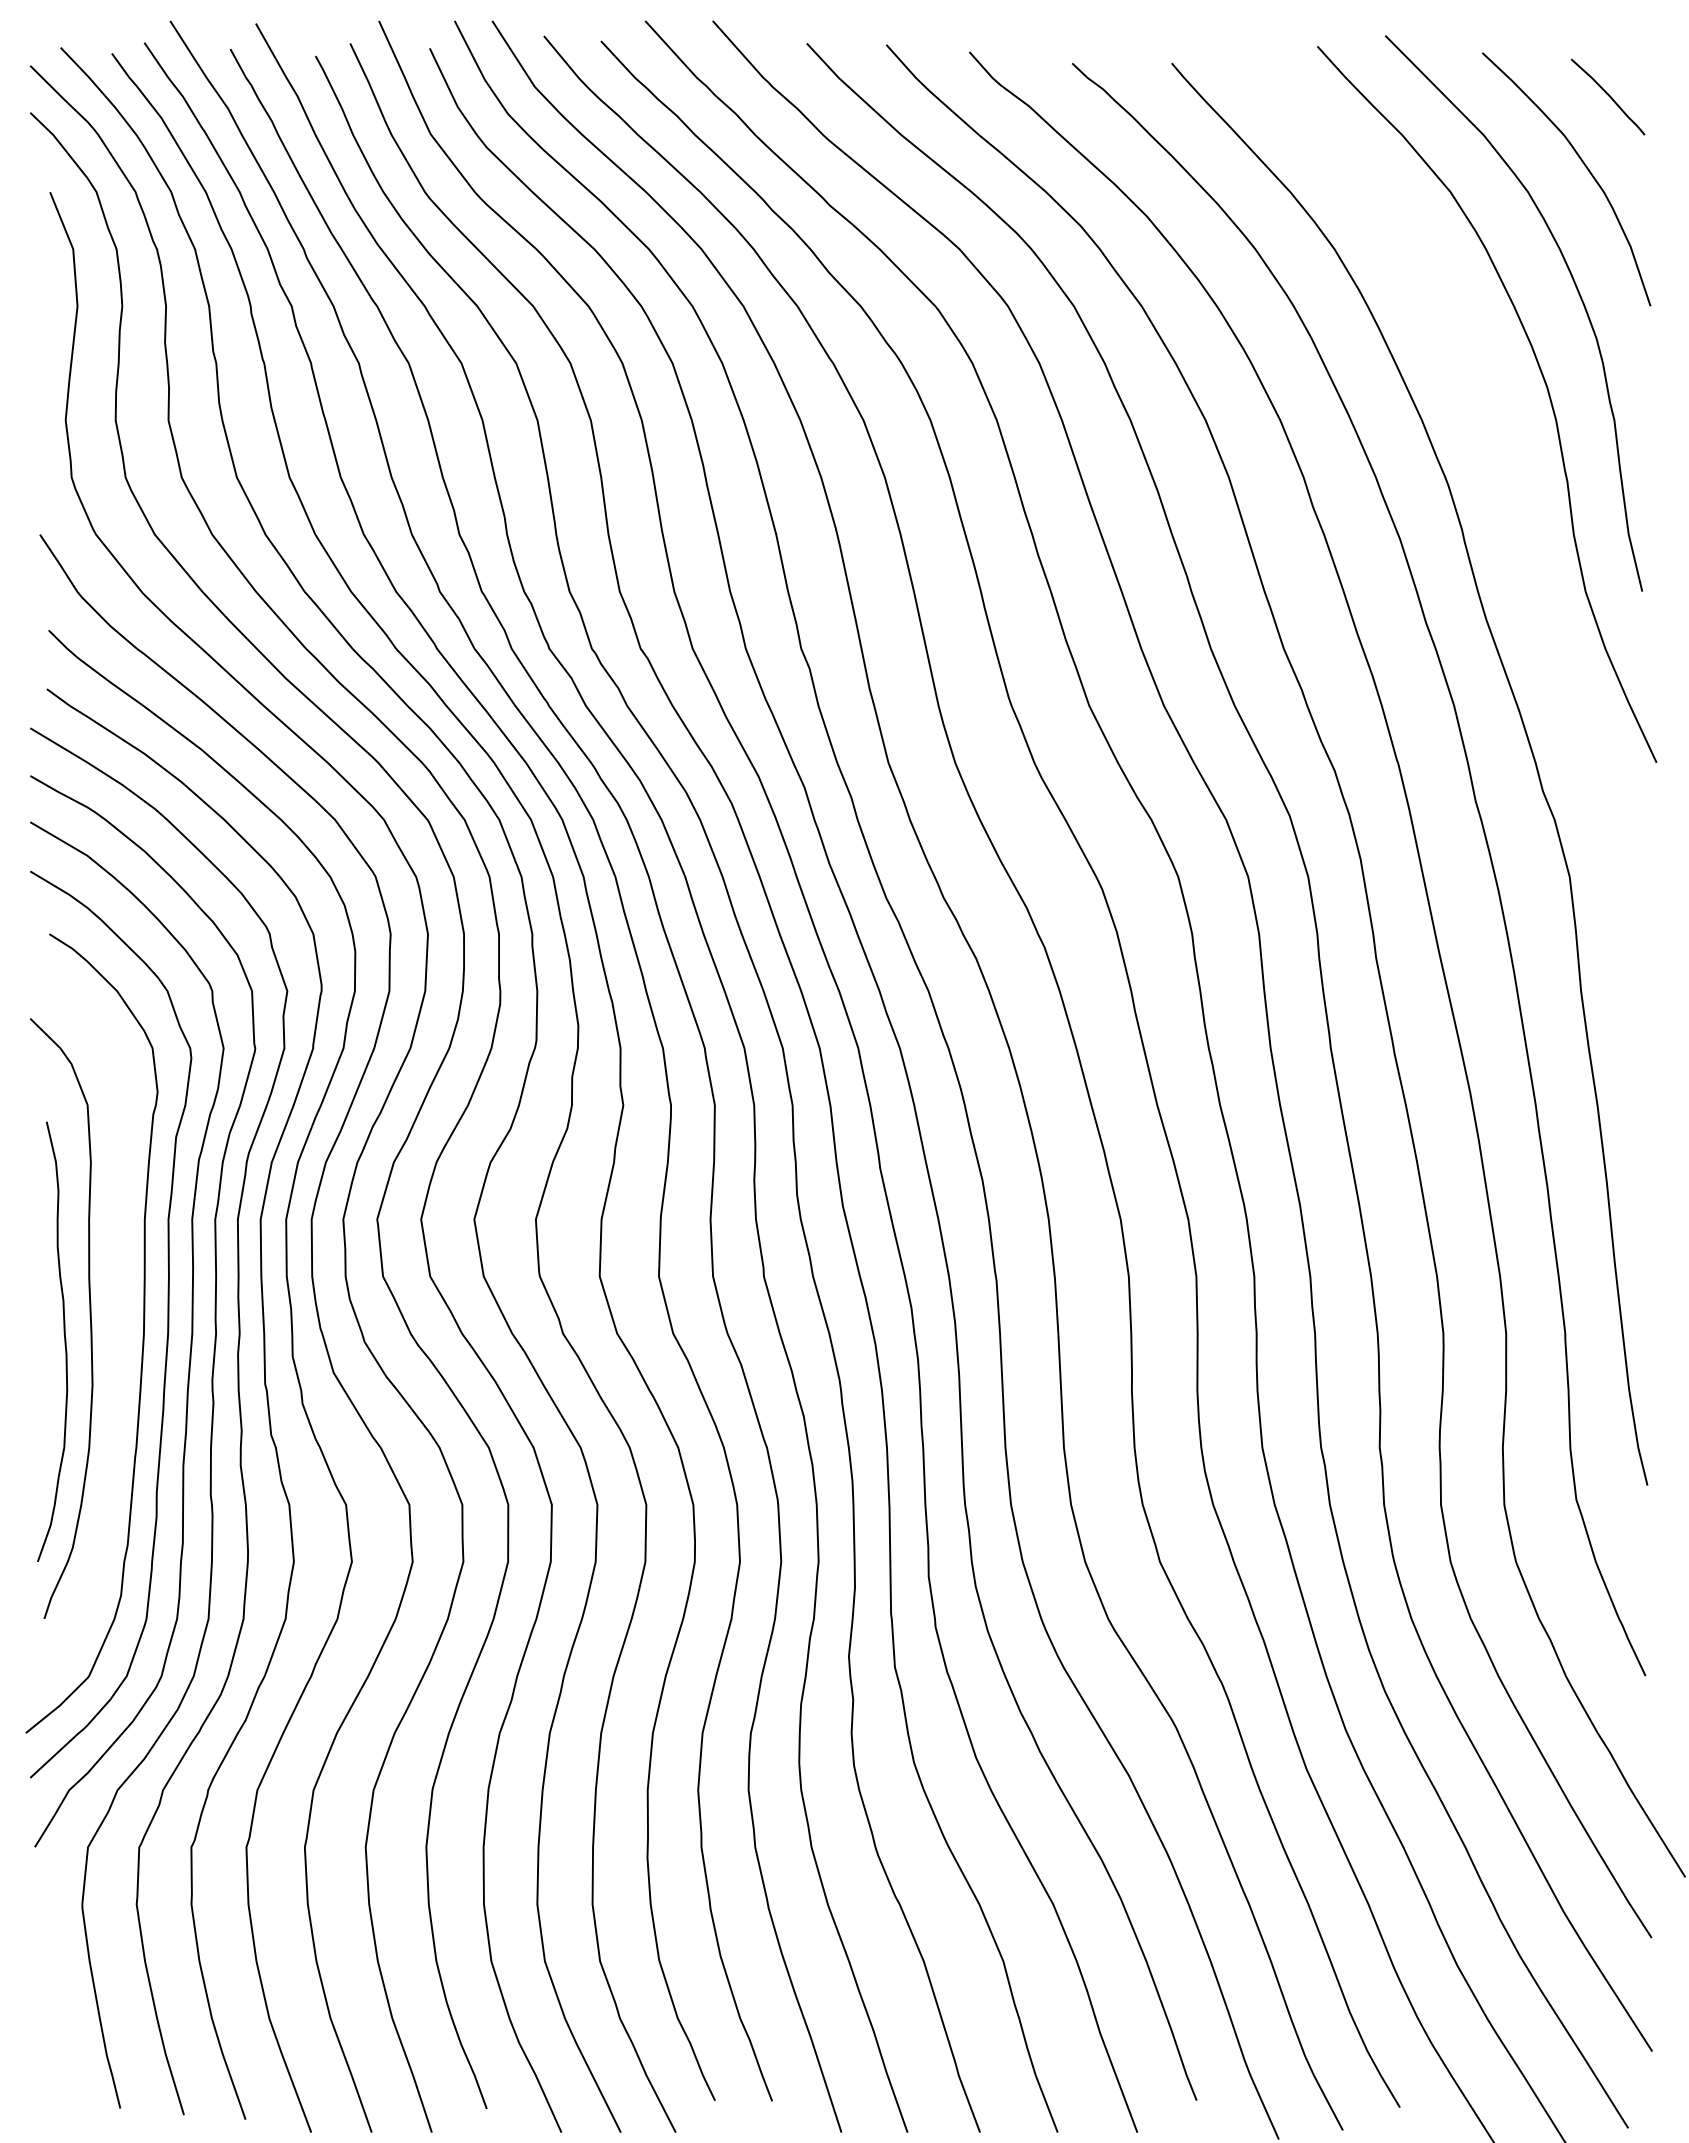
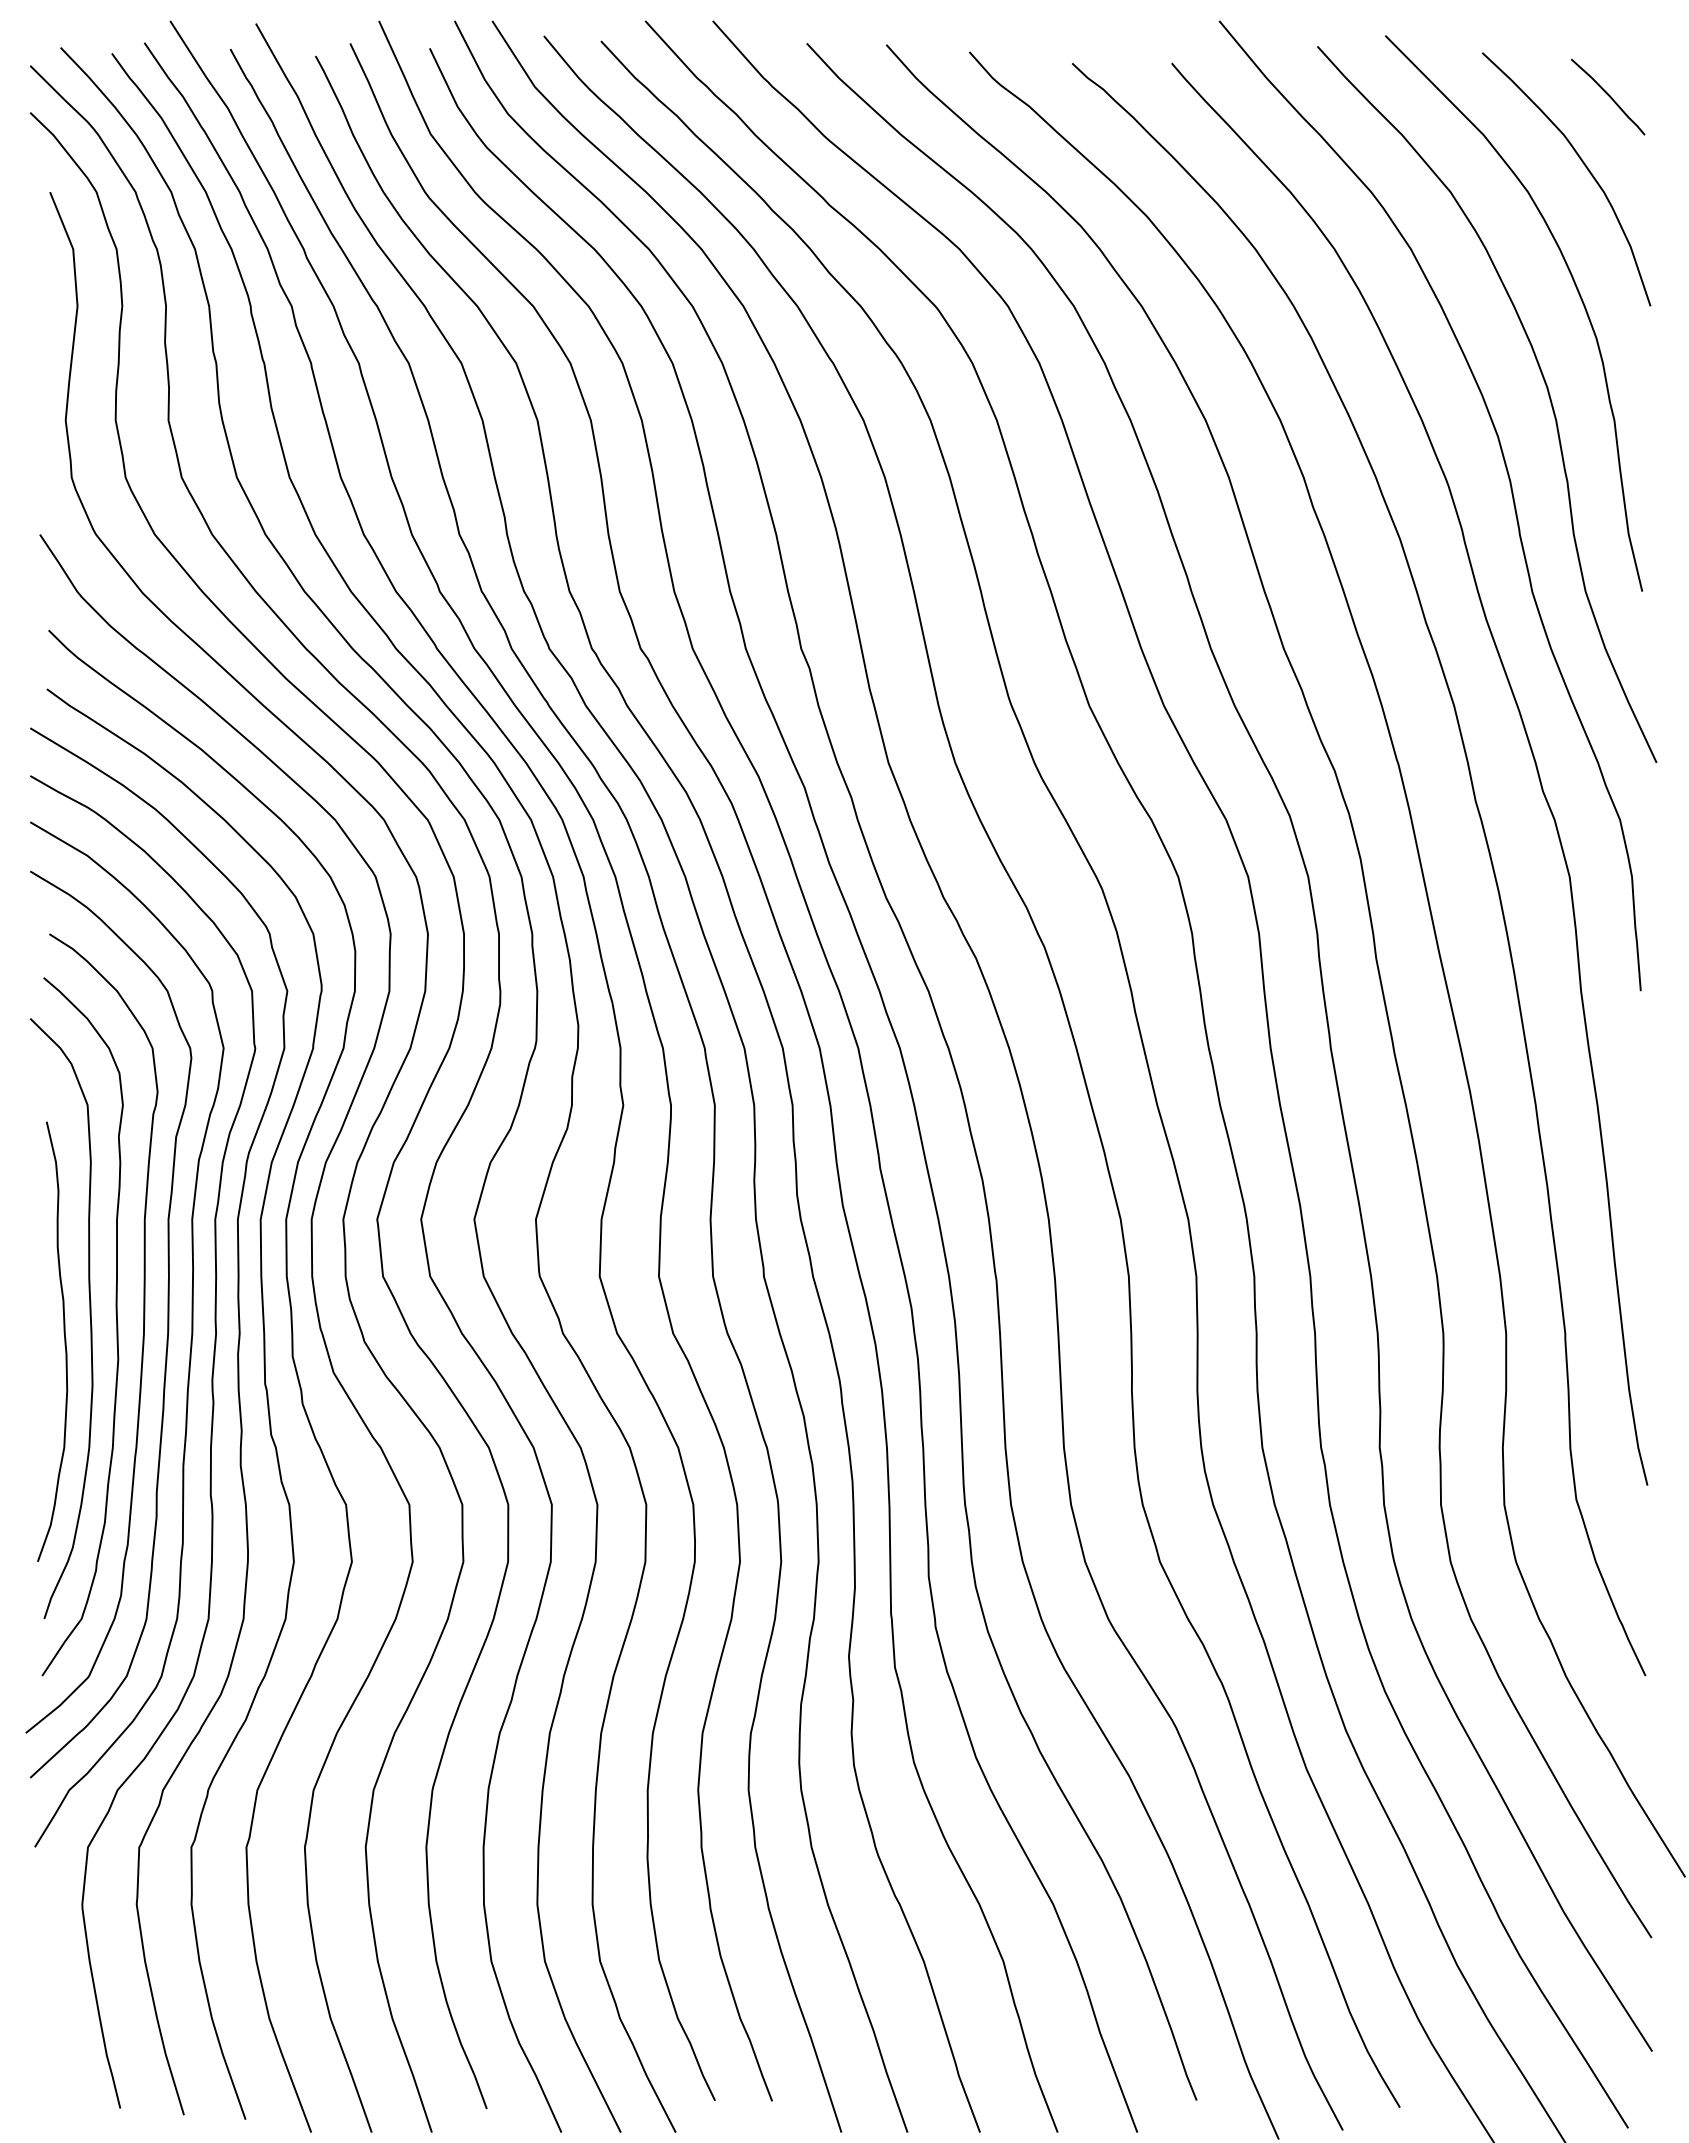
curve at (1510, 489): none -> present
curve at (116, 1326): none -> present
